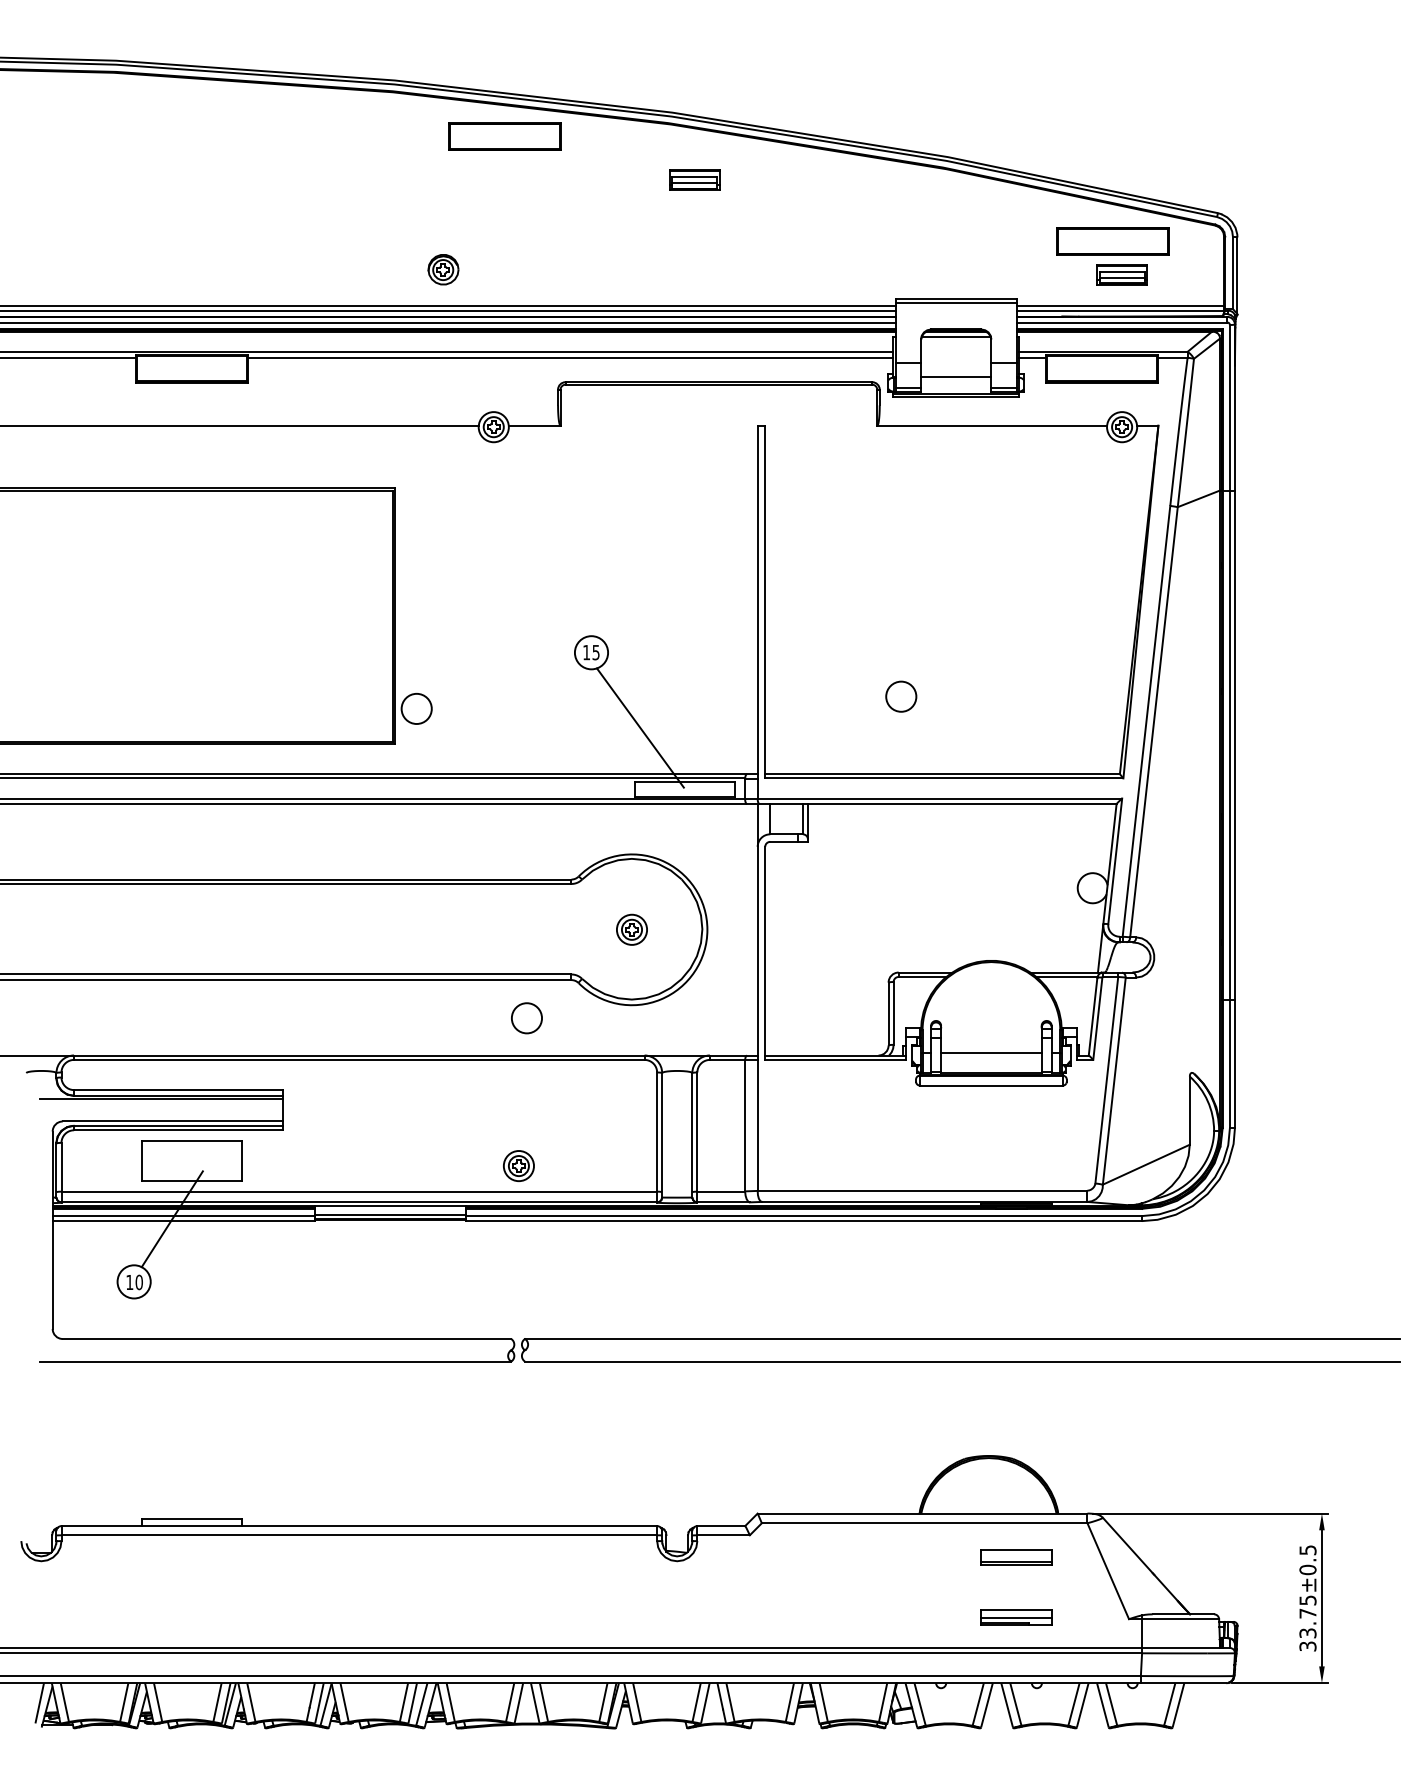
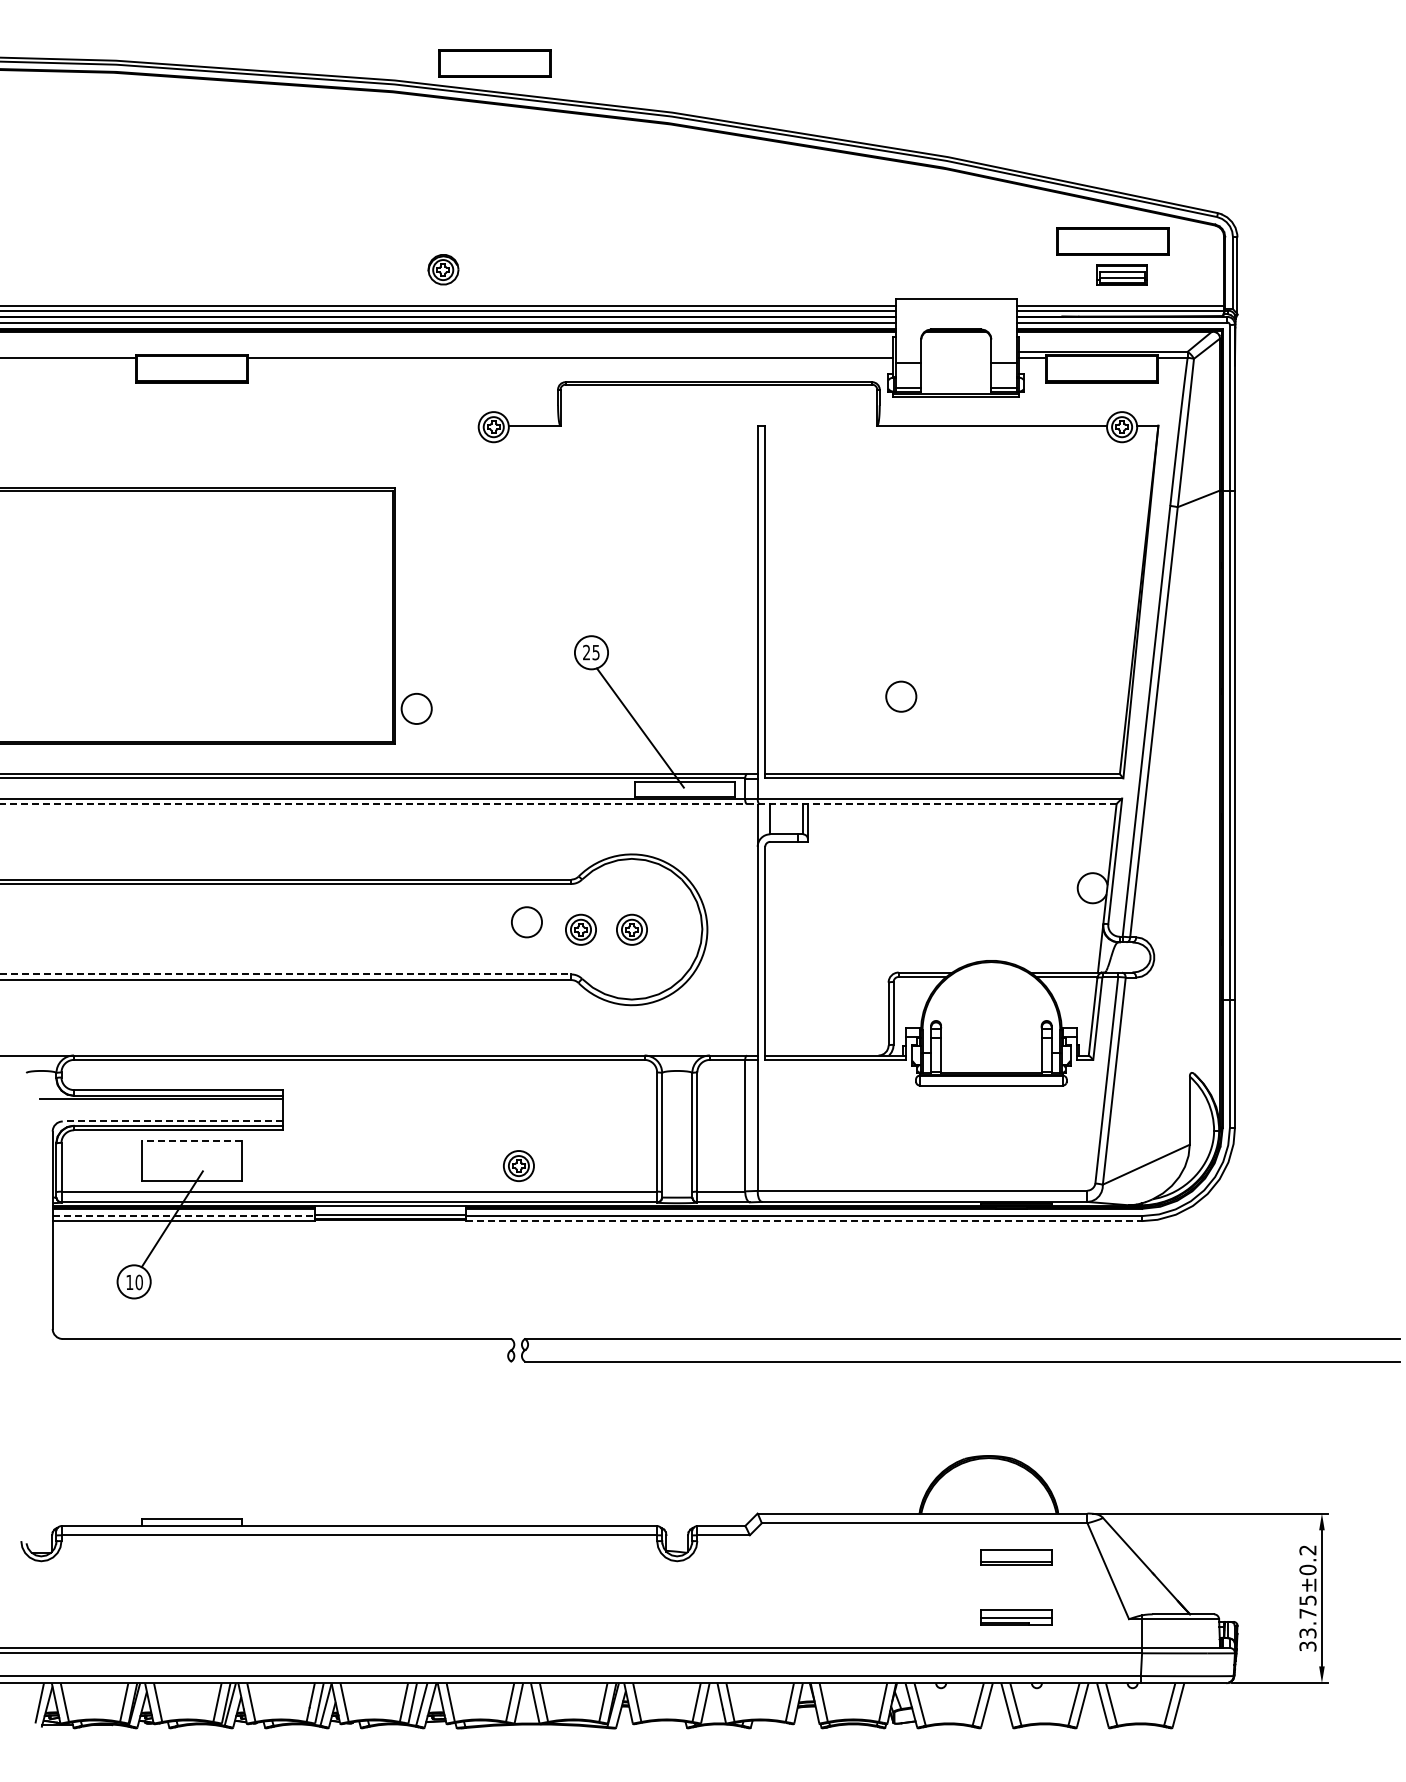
part at (504, 136) position: (504, 136) -> (494, 63)
part at (694, 179): present -> none
line at (955, 303): present -> none
line at (955, 336): present -> none
line at (447, 351): present -> none
line at (956, 377): present -> none
line at (240, 425): present -> none
text at (586, 652): 15 -> 25
line at (558, 804): solid -> dashed
part at (580, 929): none -> present
line at (286, 974): solid -> dashed
circle at (526, 1018) position: (526, 1018) -> (526, 922)
line at (991, 1053): present -> none
line at (172, 1121): solid -> dashed
line at (191, 1140): solid -> dashed
line at (184, 1216): solid -> dashed
line at (804, 1221): solid -> dashed
line at (275, 1361): present -> none
text at (1307, 1550): 33.75±0.5 -> 33.75±0.2
